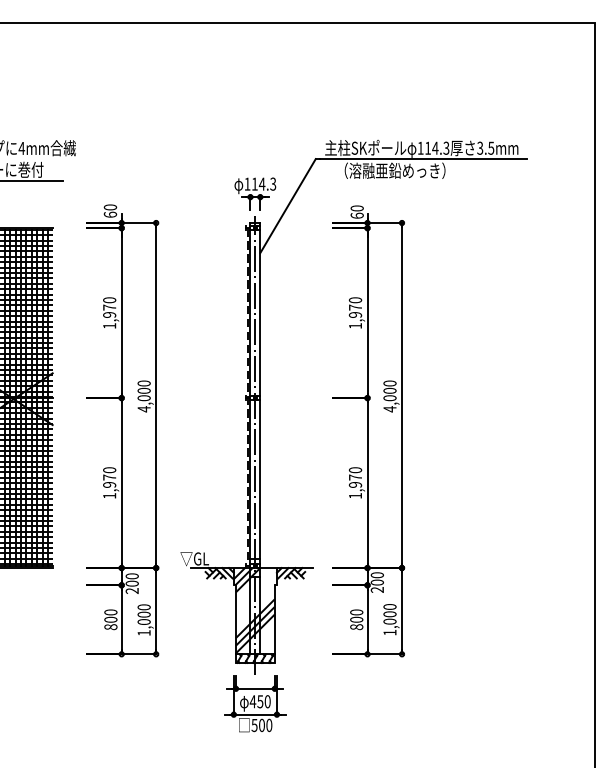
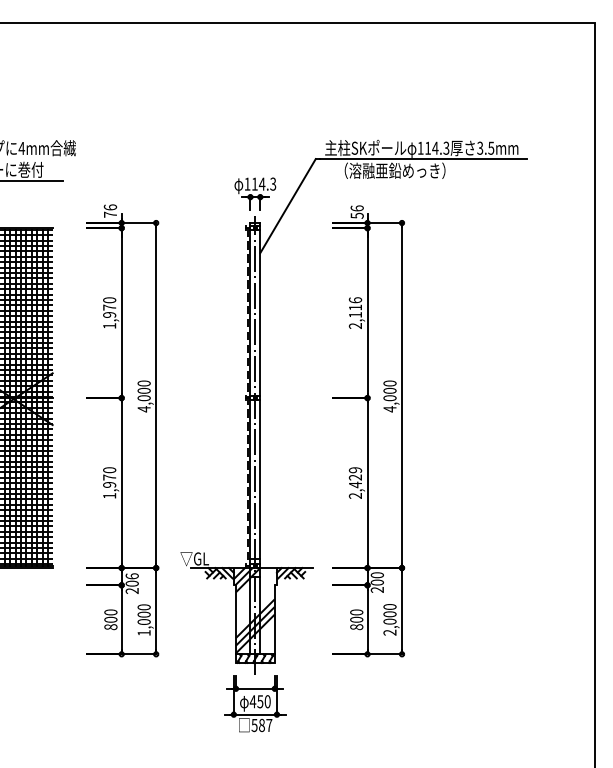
text at (110, 210): 60 -> 76
text at (356, 211): 60 -> 56
text at (355, 313): 1,970 -> 2,116
text at (355, 482): 1,970 -> 2,429
text at (131, 576): 200 -> 206
text at (389, 632): 1,000 -> 2,000
text at (265, 725): 500 -> 587
